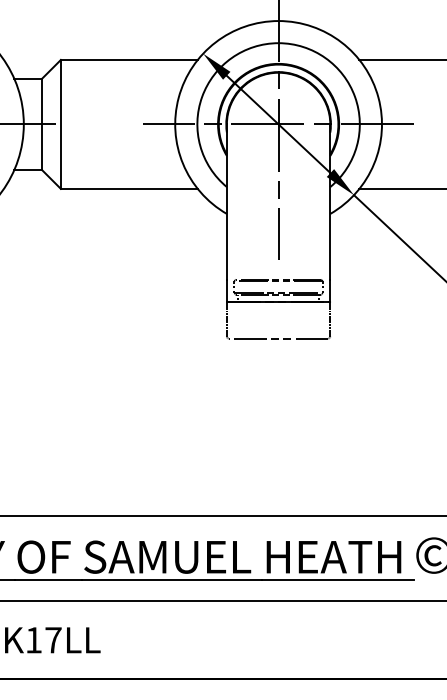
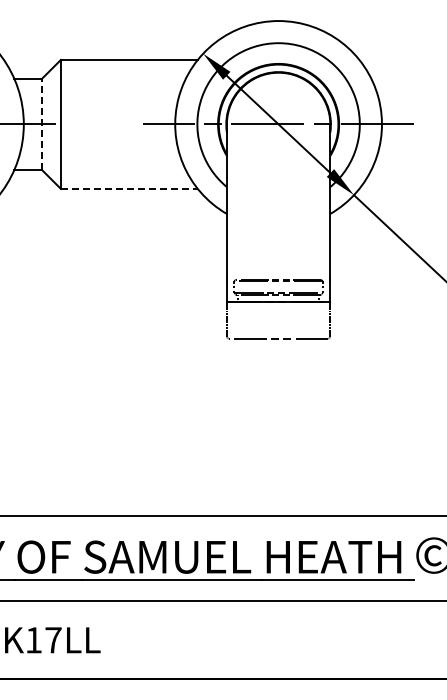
line at (401, 59): present -> none
line at (42, 124): solid -> dashed
line at (278, 131): present -> none
line at (129, 188): solid -> dashed
line at (401, 188): present -> none
